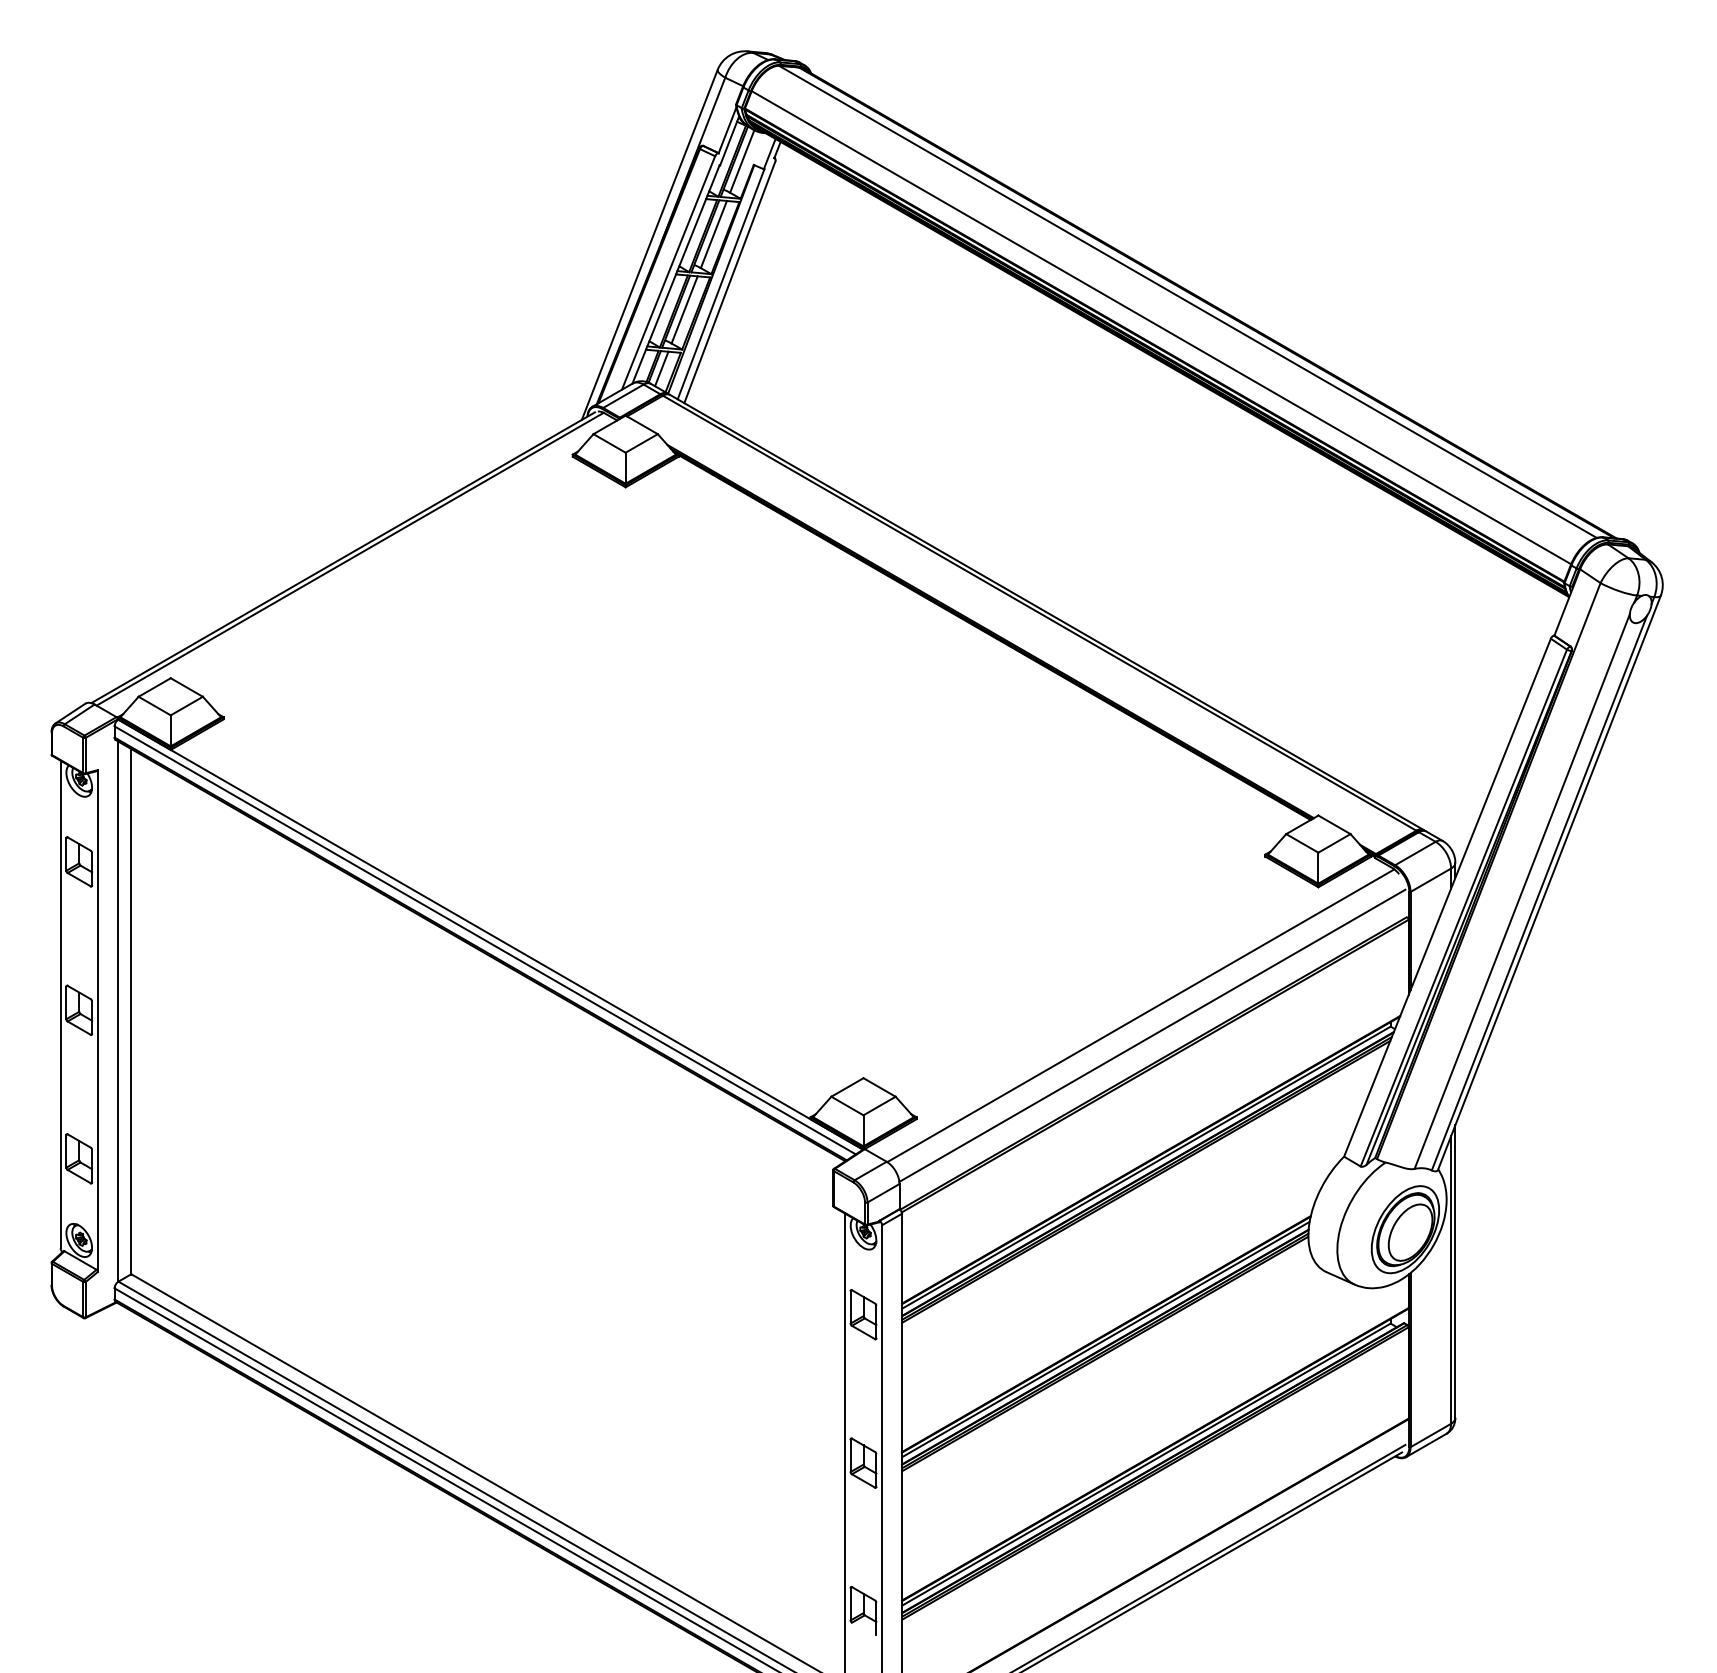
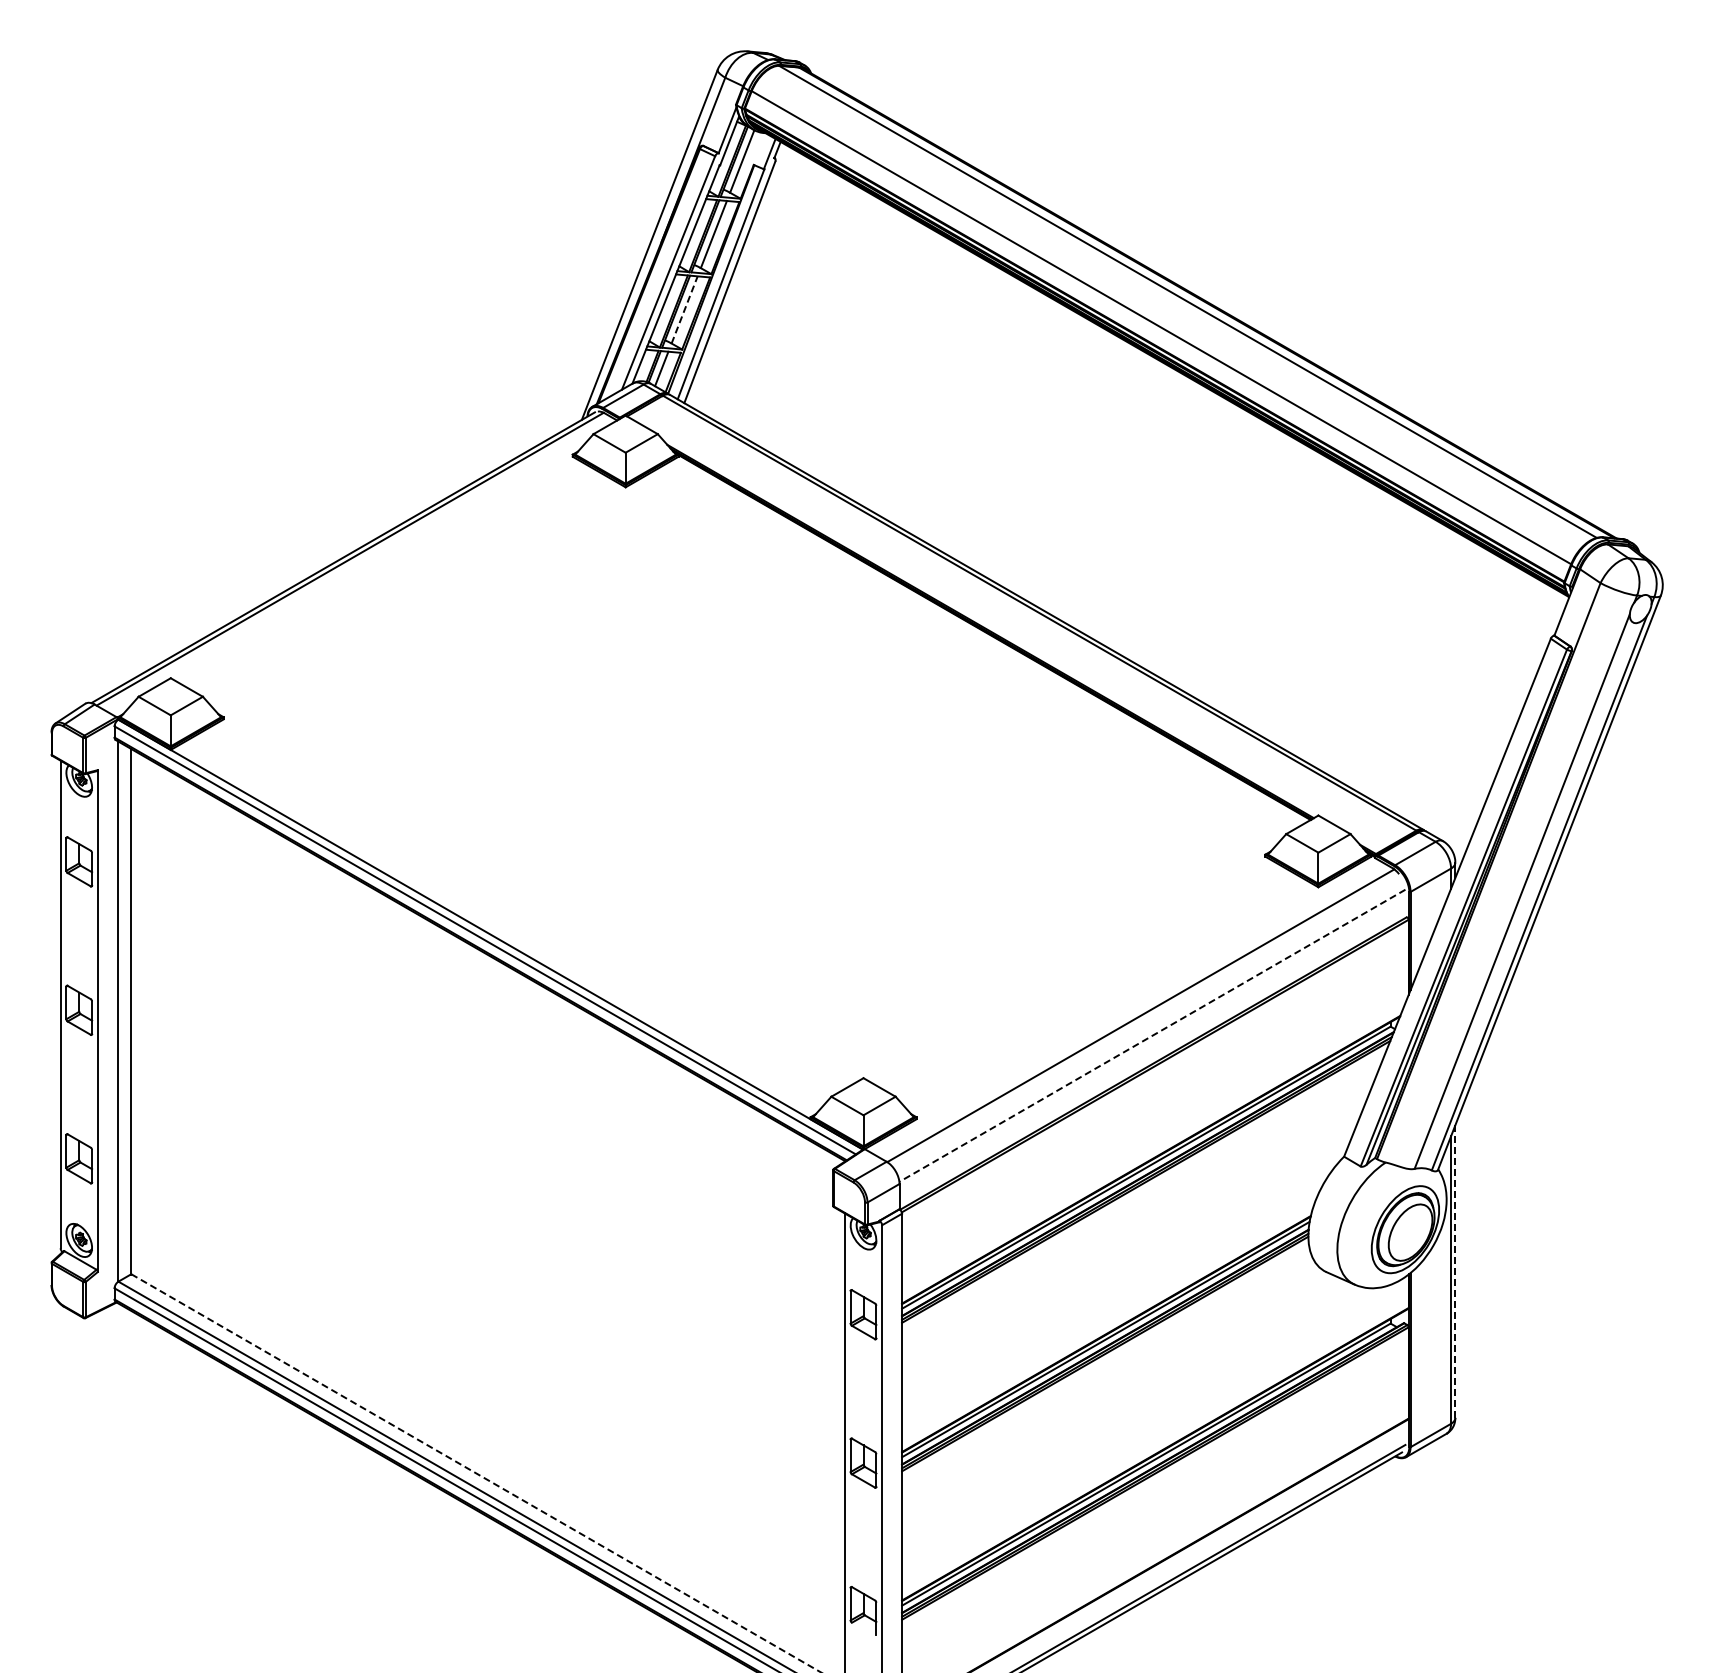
line at (684, 309): solid -> dashed
line at (1151, 1036): solid -> dashed
line at (1455, 1272): solid -> dashed
line at (476, 1473): solid -> dashed
